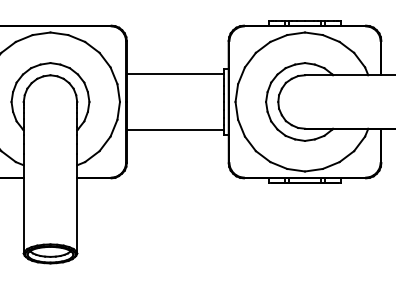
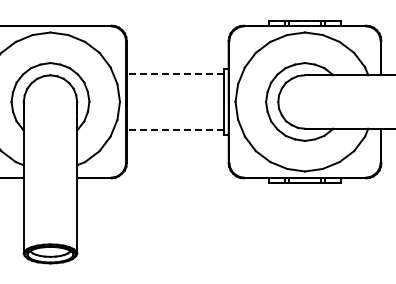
line at (174, 74): solid -> dashed
line at (174, 130): solid -> dashed
